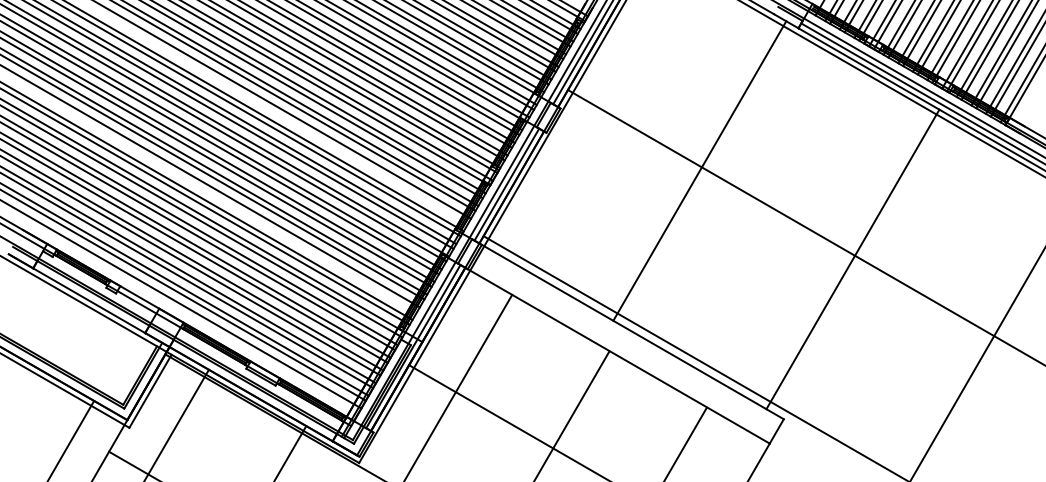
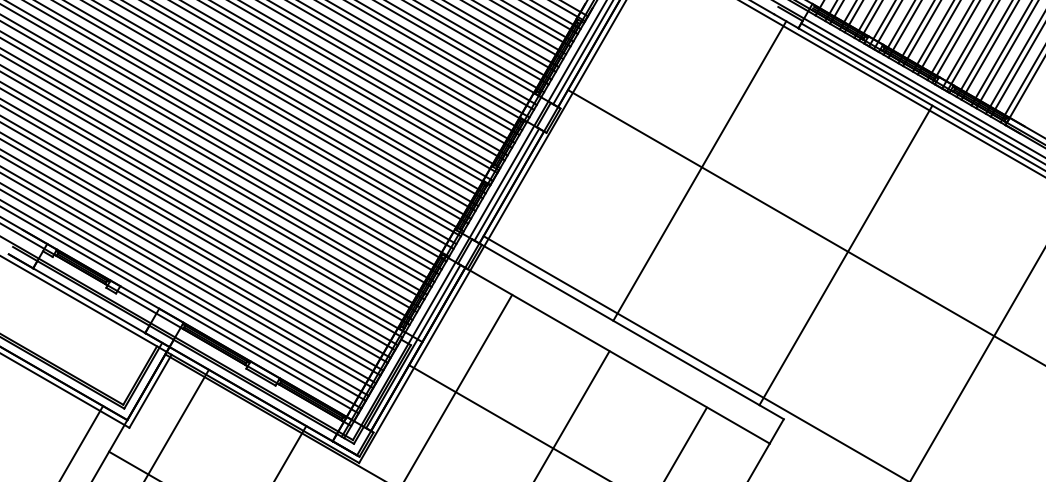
line at (276, 112): none -> present
line at (209, 192): none -> present
line at (852, 259) position: (852, 259) -> (845, 255)
line at (180, 310): none -> present
line at (71, 439) position: (71, 439) -> (82, 442)
